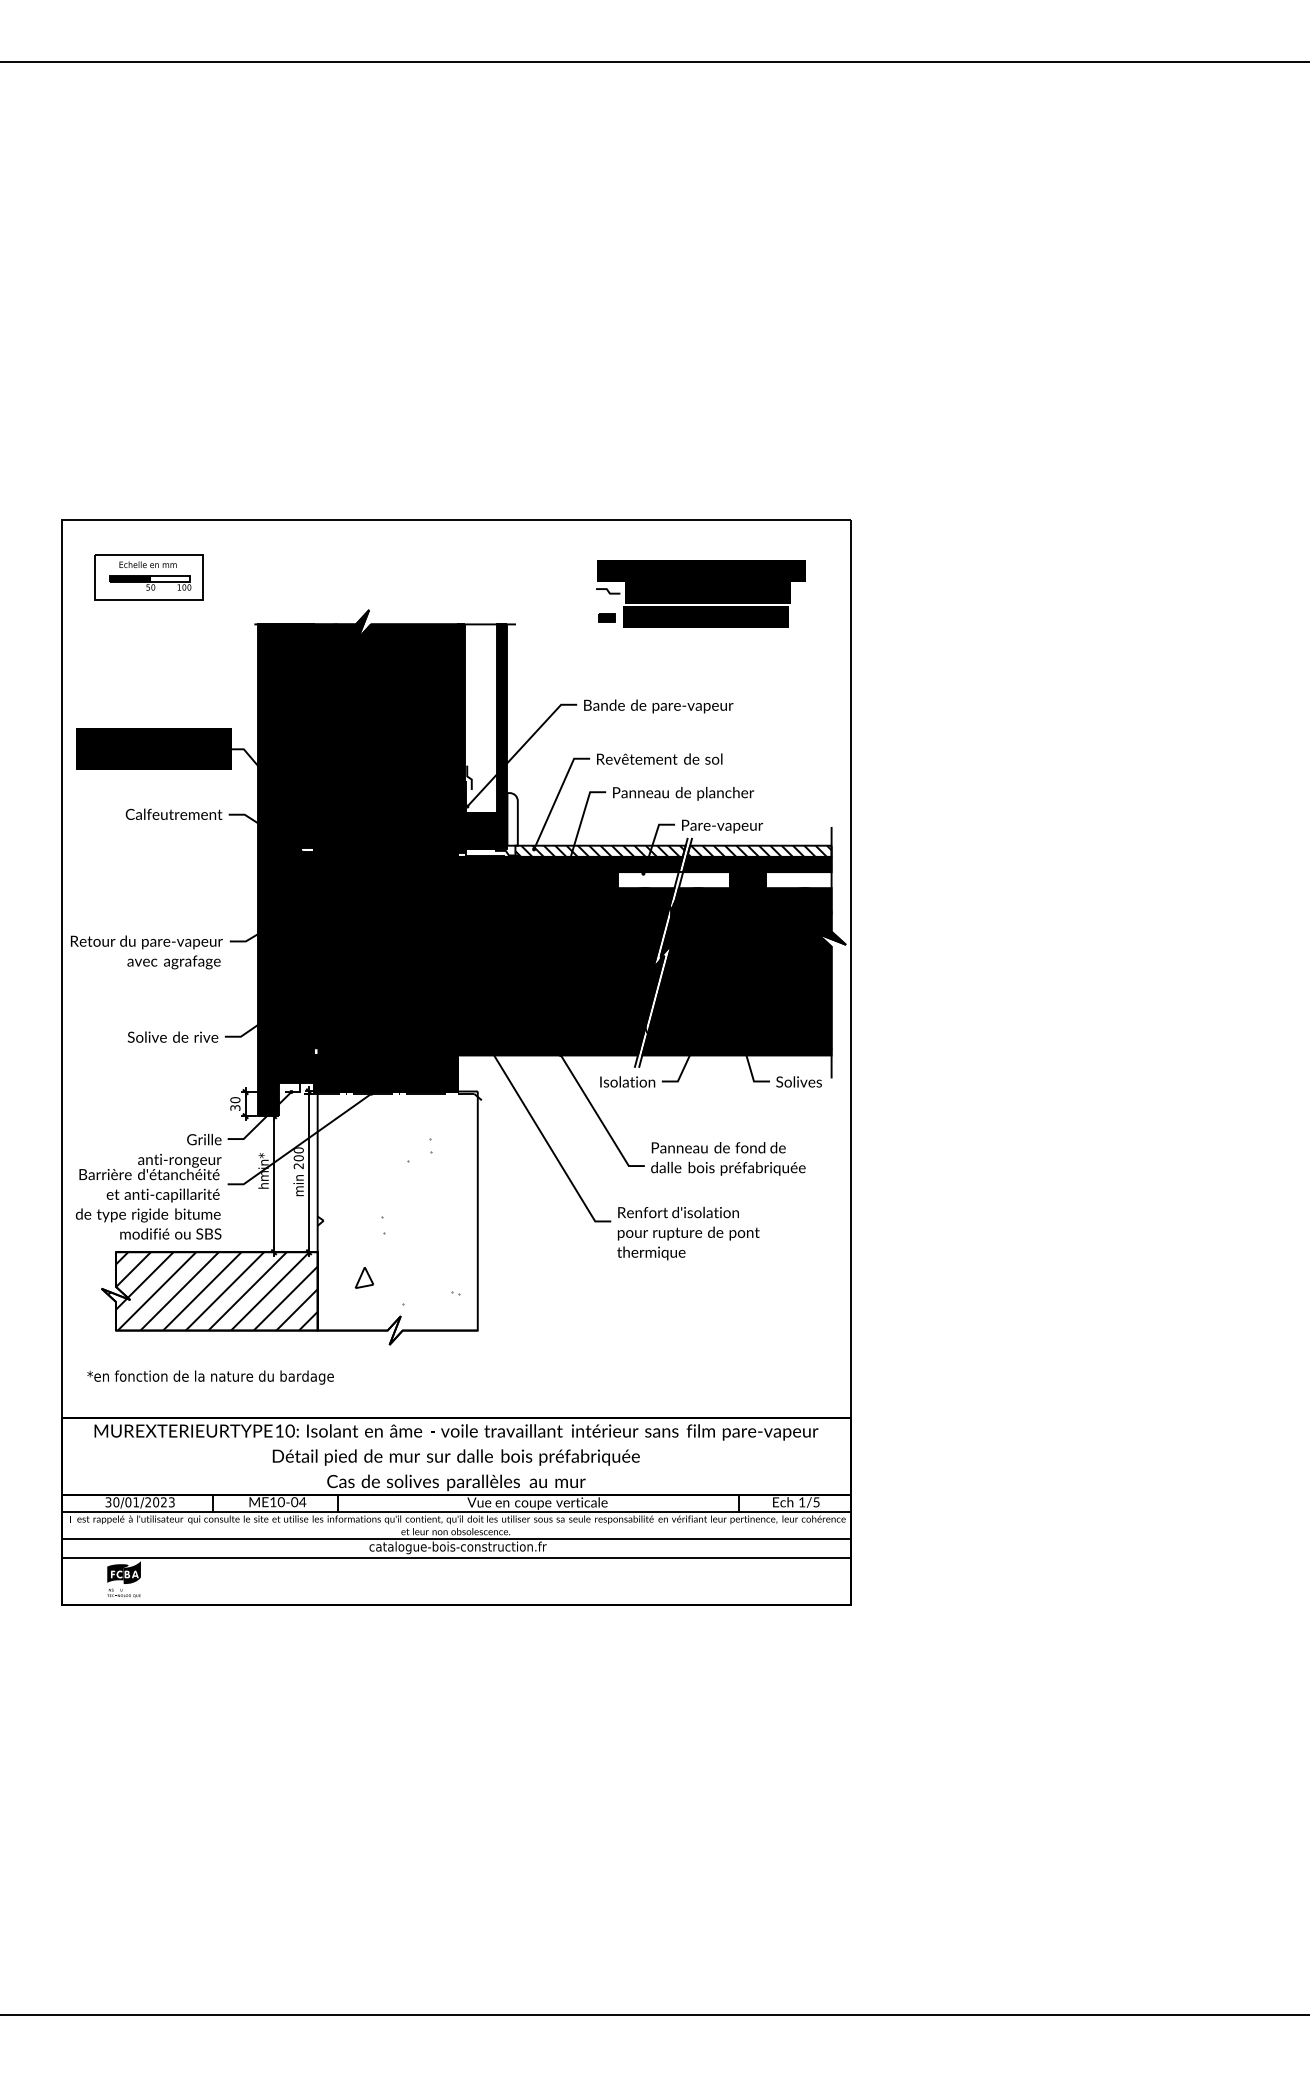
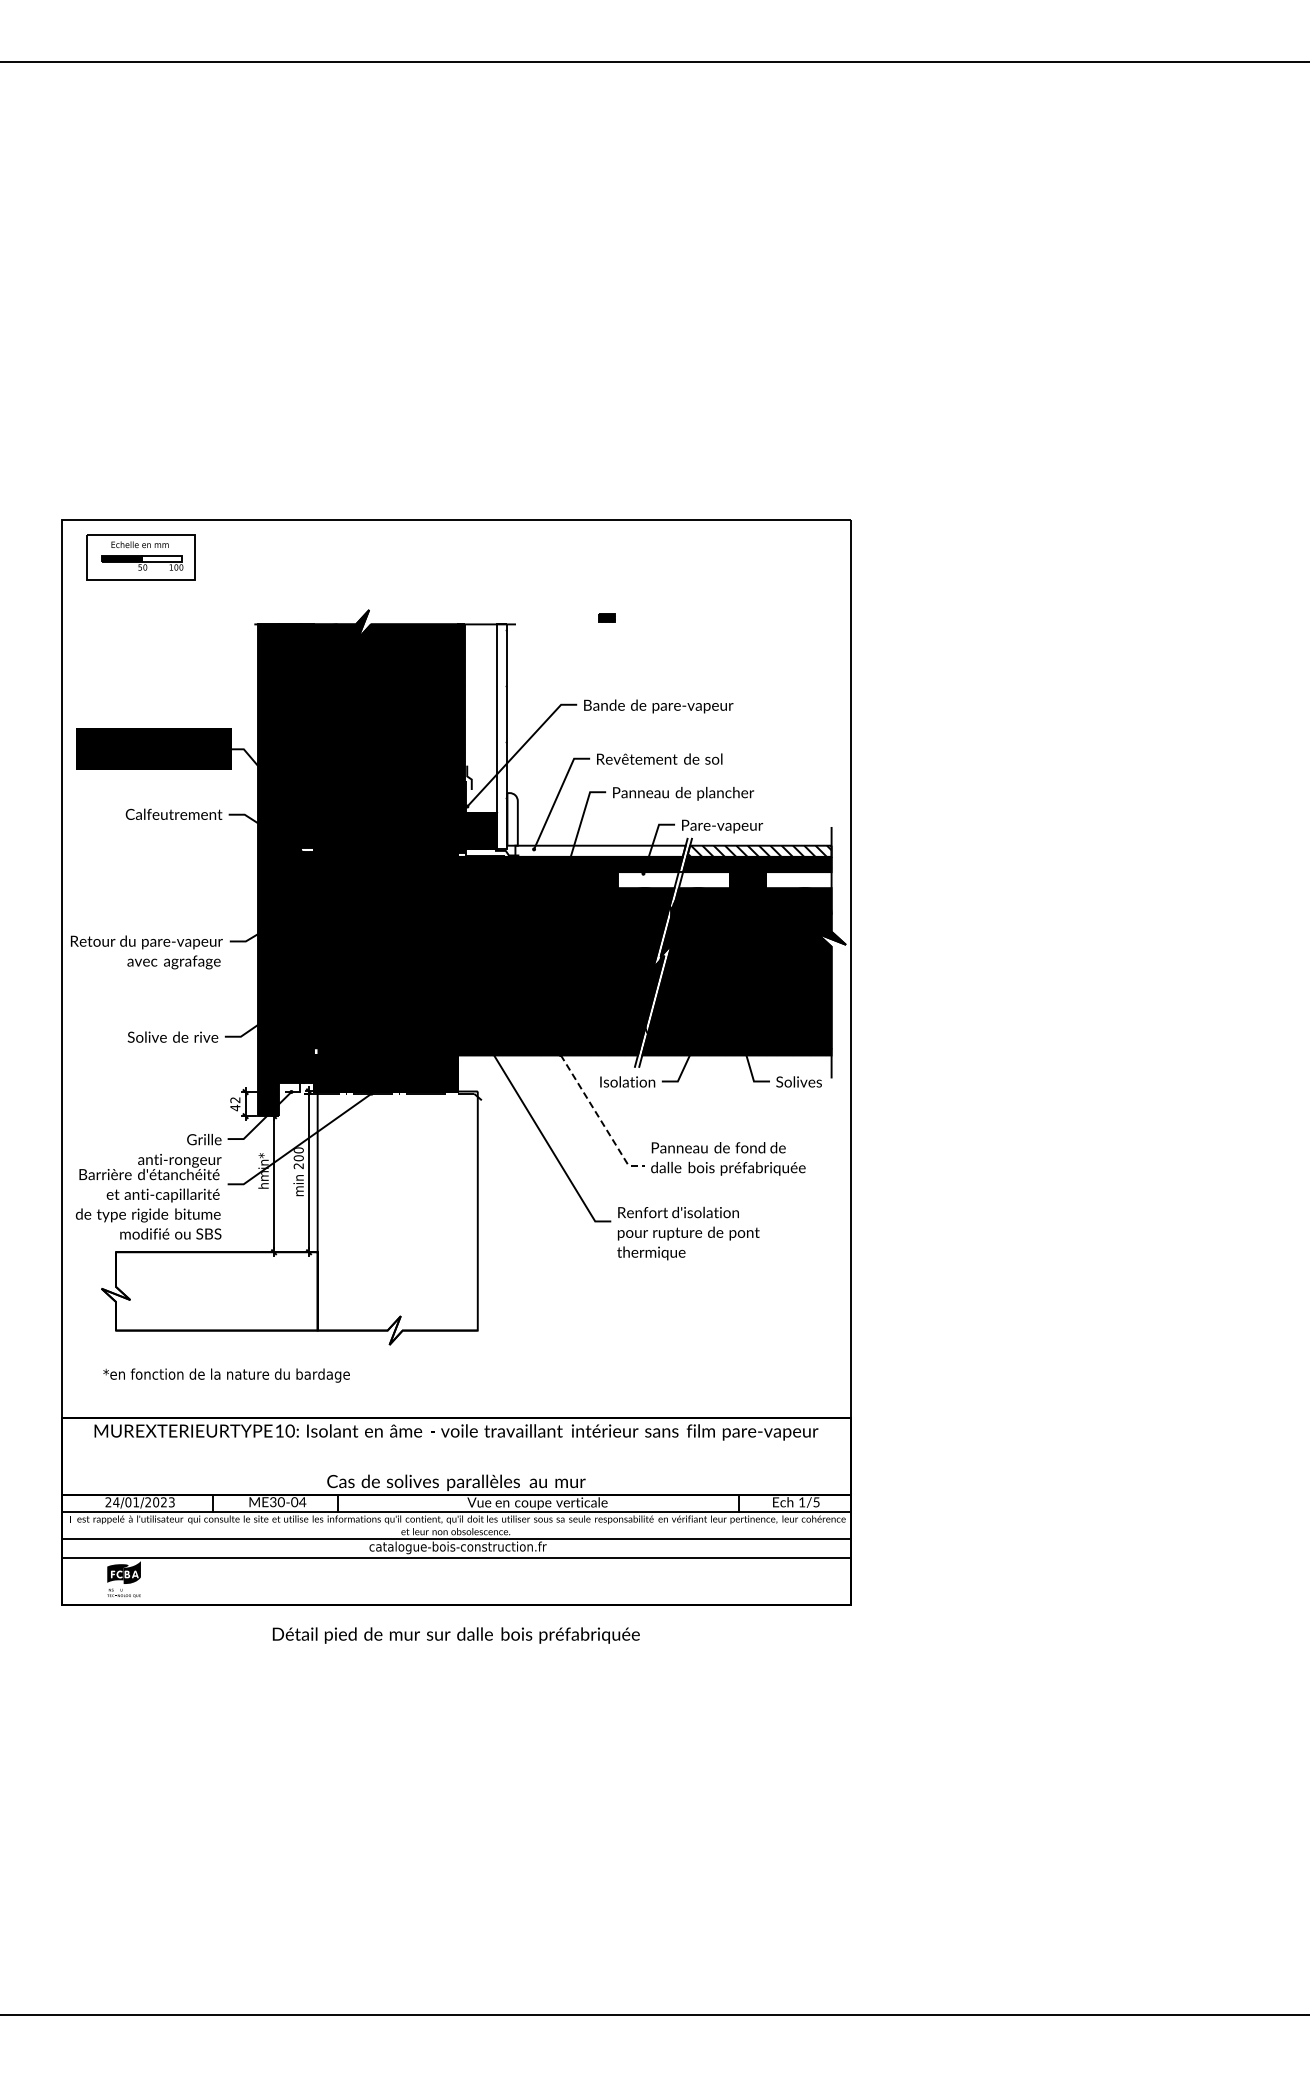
part at (148, 577) position: (148, 577) -> (140, 557)
part at (700, 593): present -> none
fill at (502, 736): present -> none
hatch at (599, 850): present -> none
text at (235, 1104): 30 -> 42
line at (599, 1118): solid -> dashed
hatch at (388, 1221): present -> none
hatch at (212, 1291): present -> none
text at (210, 1377) position: (210, 1377) -> (226, 1375)
text at (455, 1457) position: (455, 1457) -> (455, 1635)
text at (112, 1502): 30/01/2023 -> 24/01/2023
text at (273, 1502): \c16711848;ME10-04 -> \c16711848;ME30-04
